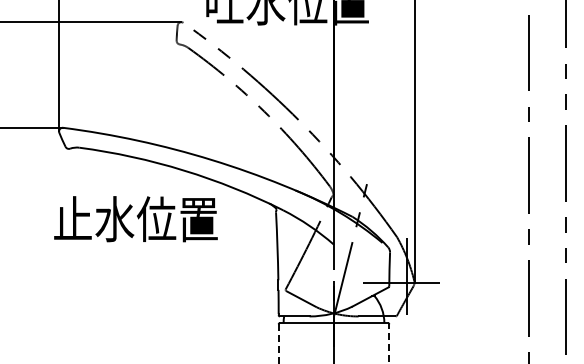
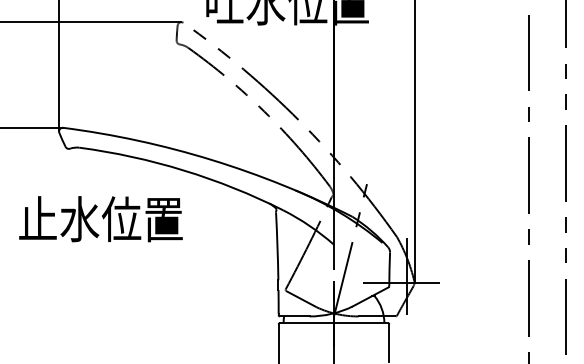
text at (135, 219) position: (135, 219) -> (100, 219)
line at (278, 343): dashed -> solid
line at (389, 343): dashed -> solid
